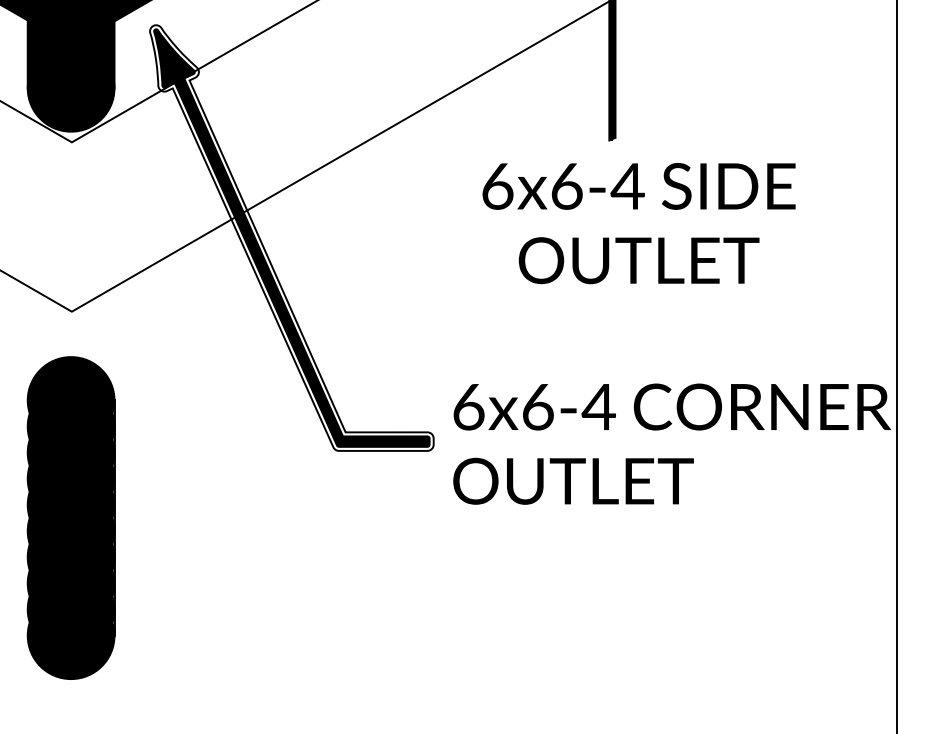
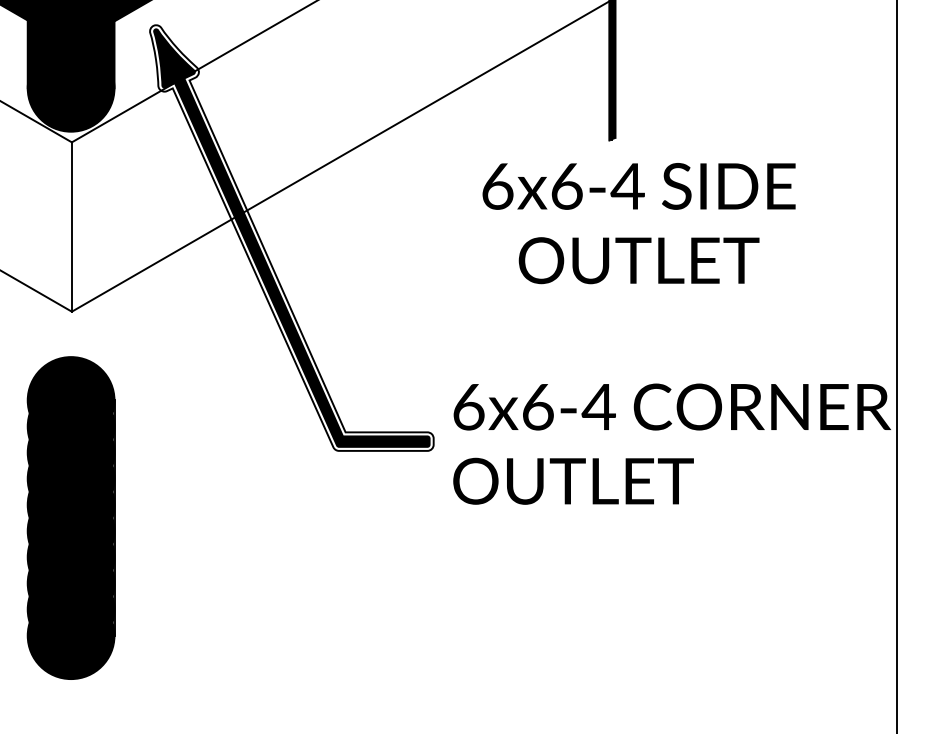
line at (71, 226): none -> present
